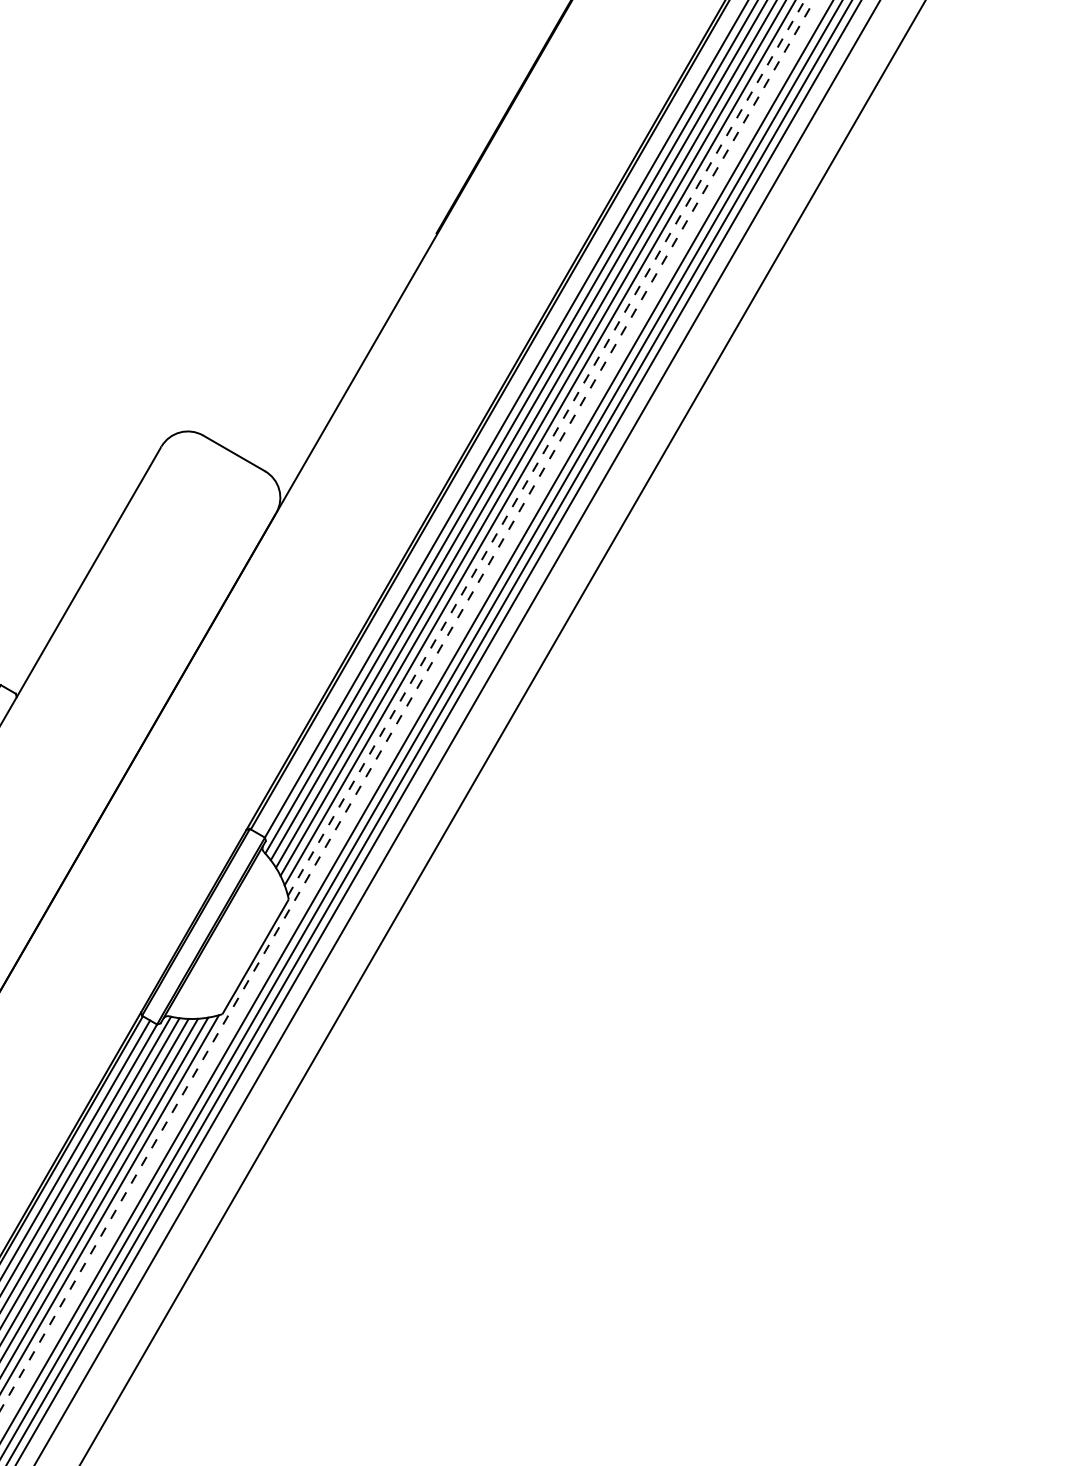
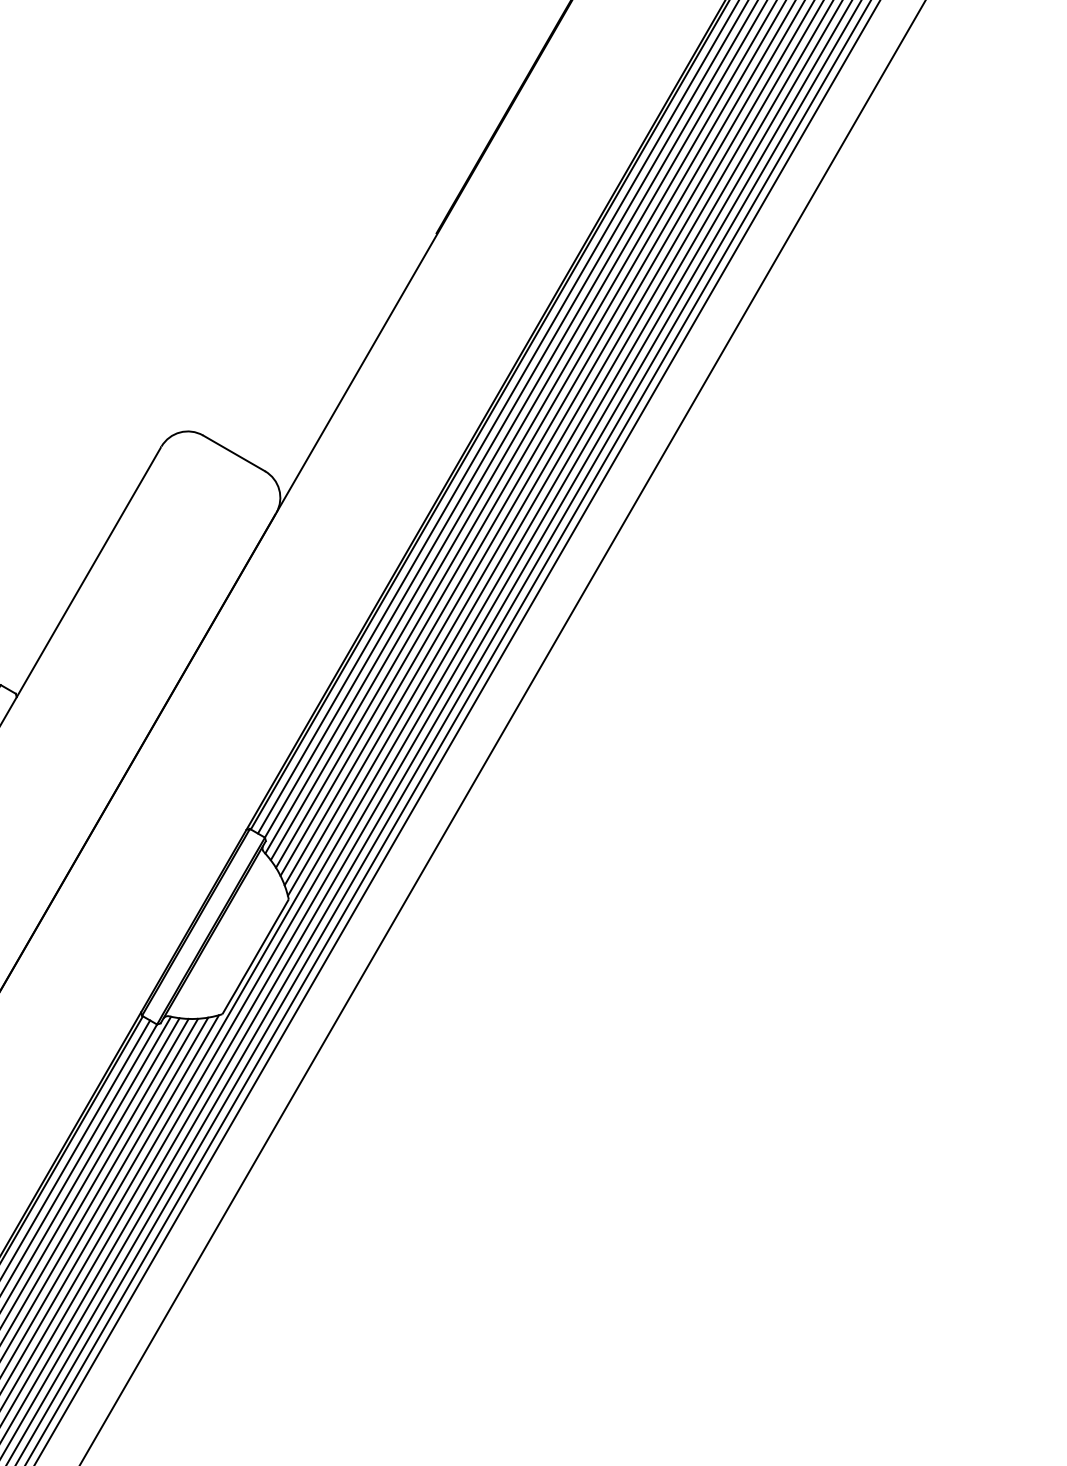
line at (497, 417): none -> present
line at (546, 448): dashed -> solid
line at (407, 705): dashed -> solid
line at (412, 712): none -> present
line at (448, 732): none -> present
